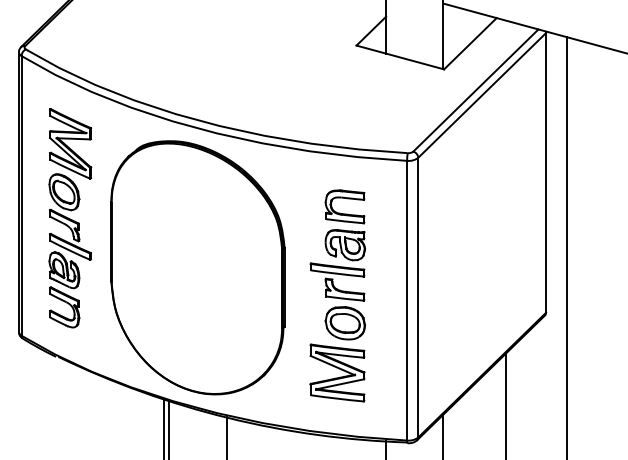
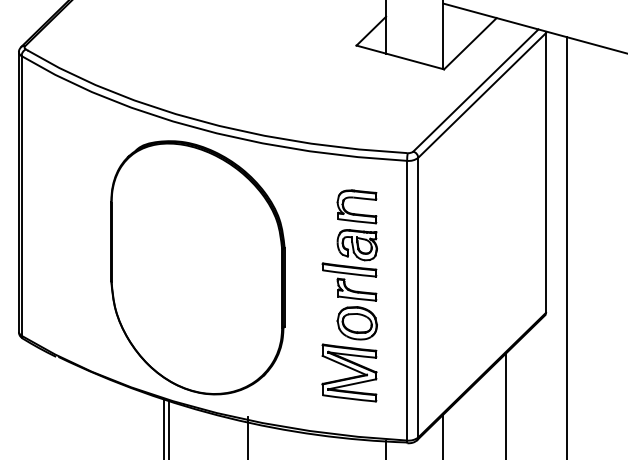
part at (70, 218): present -> none
part at (337, 295) position: (337, 295) -> (349, 295)
line at (226, 436) position: (226, 436) -> (247, 436)
